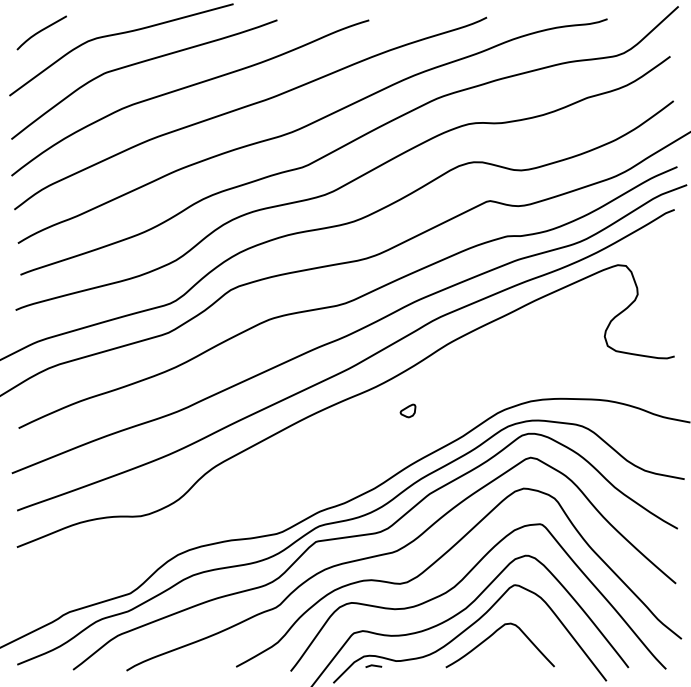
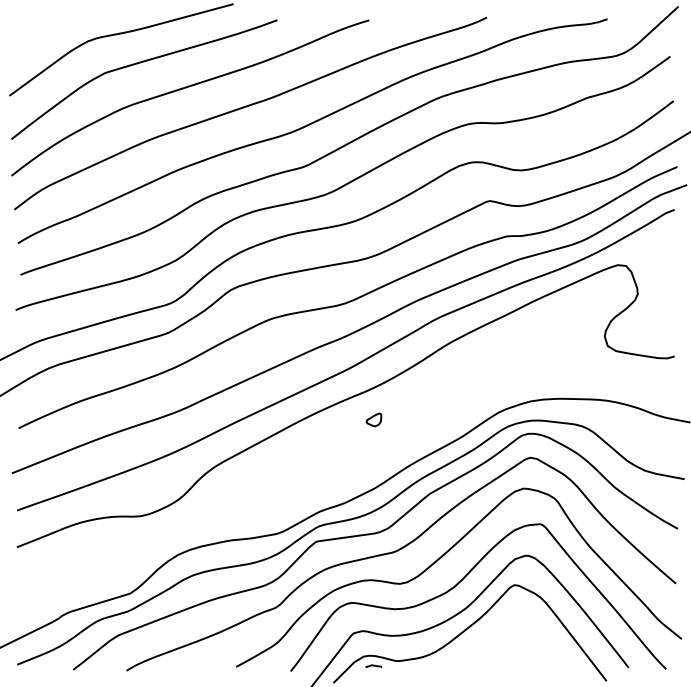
curve at (41, 31): present -> none
part at (407, 410) position: (407, 410) -> (373, 419)
curve at (491, 636): present -> none
